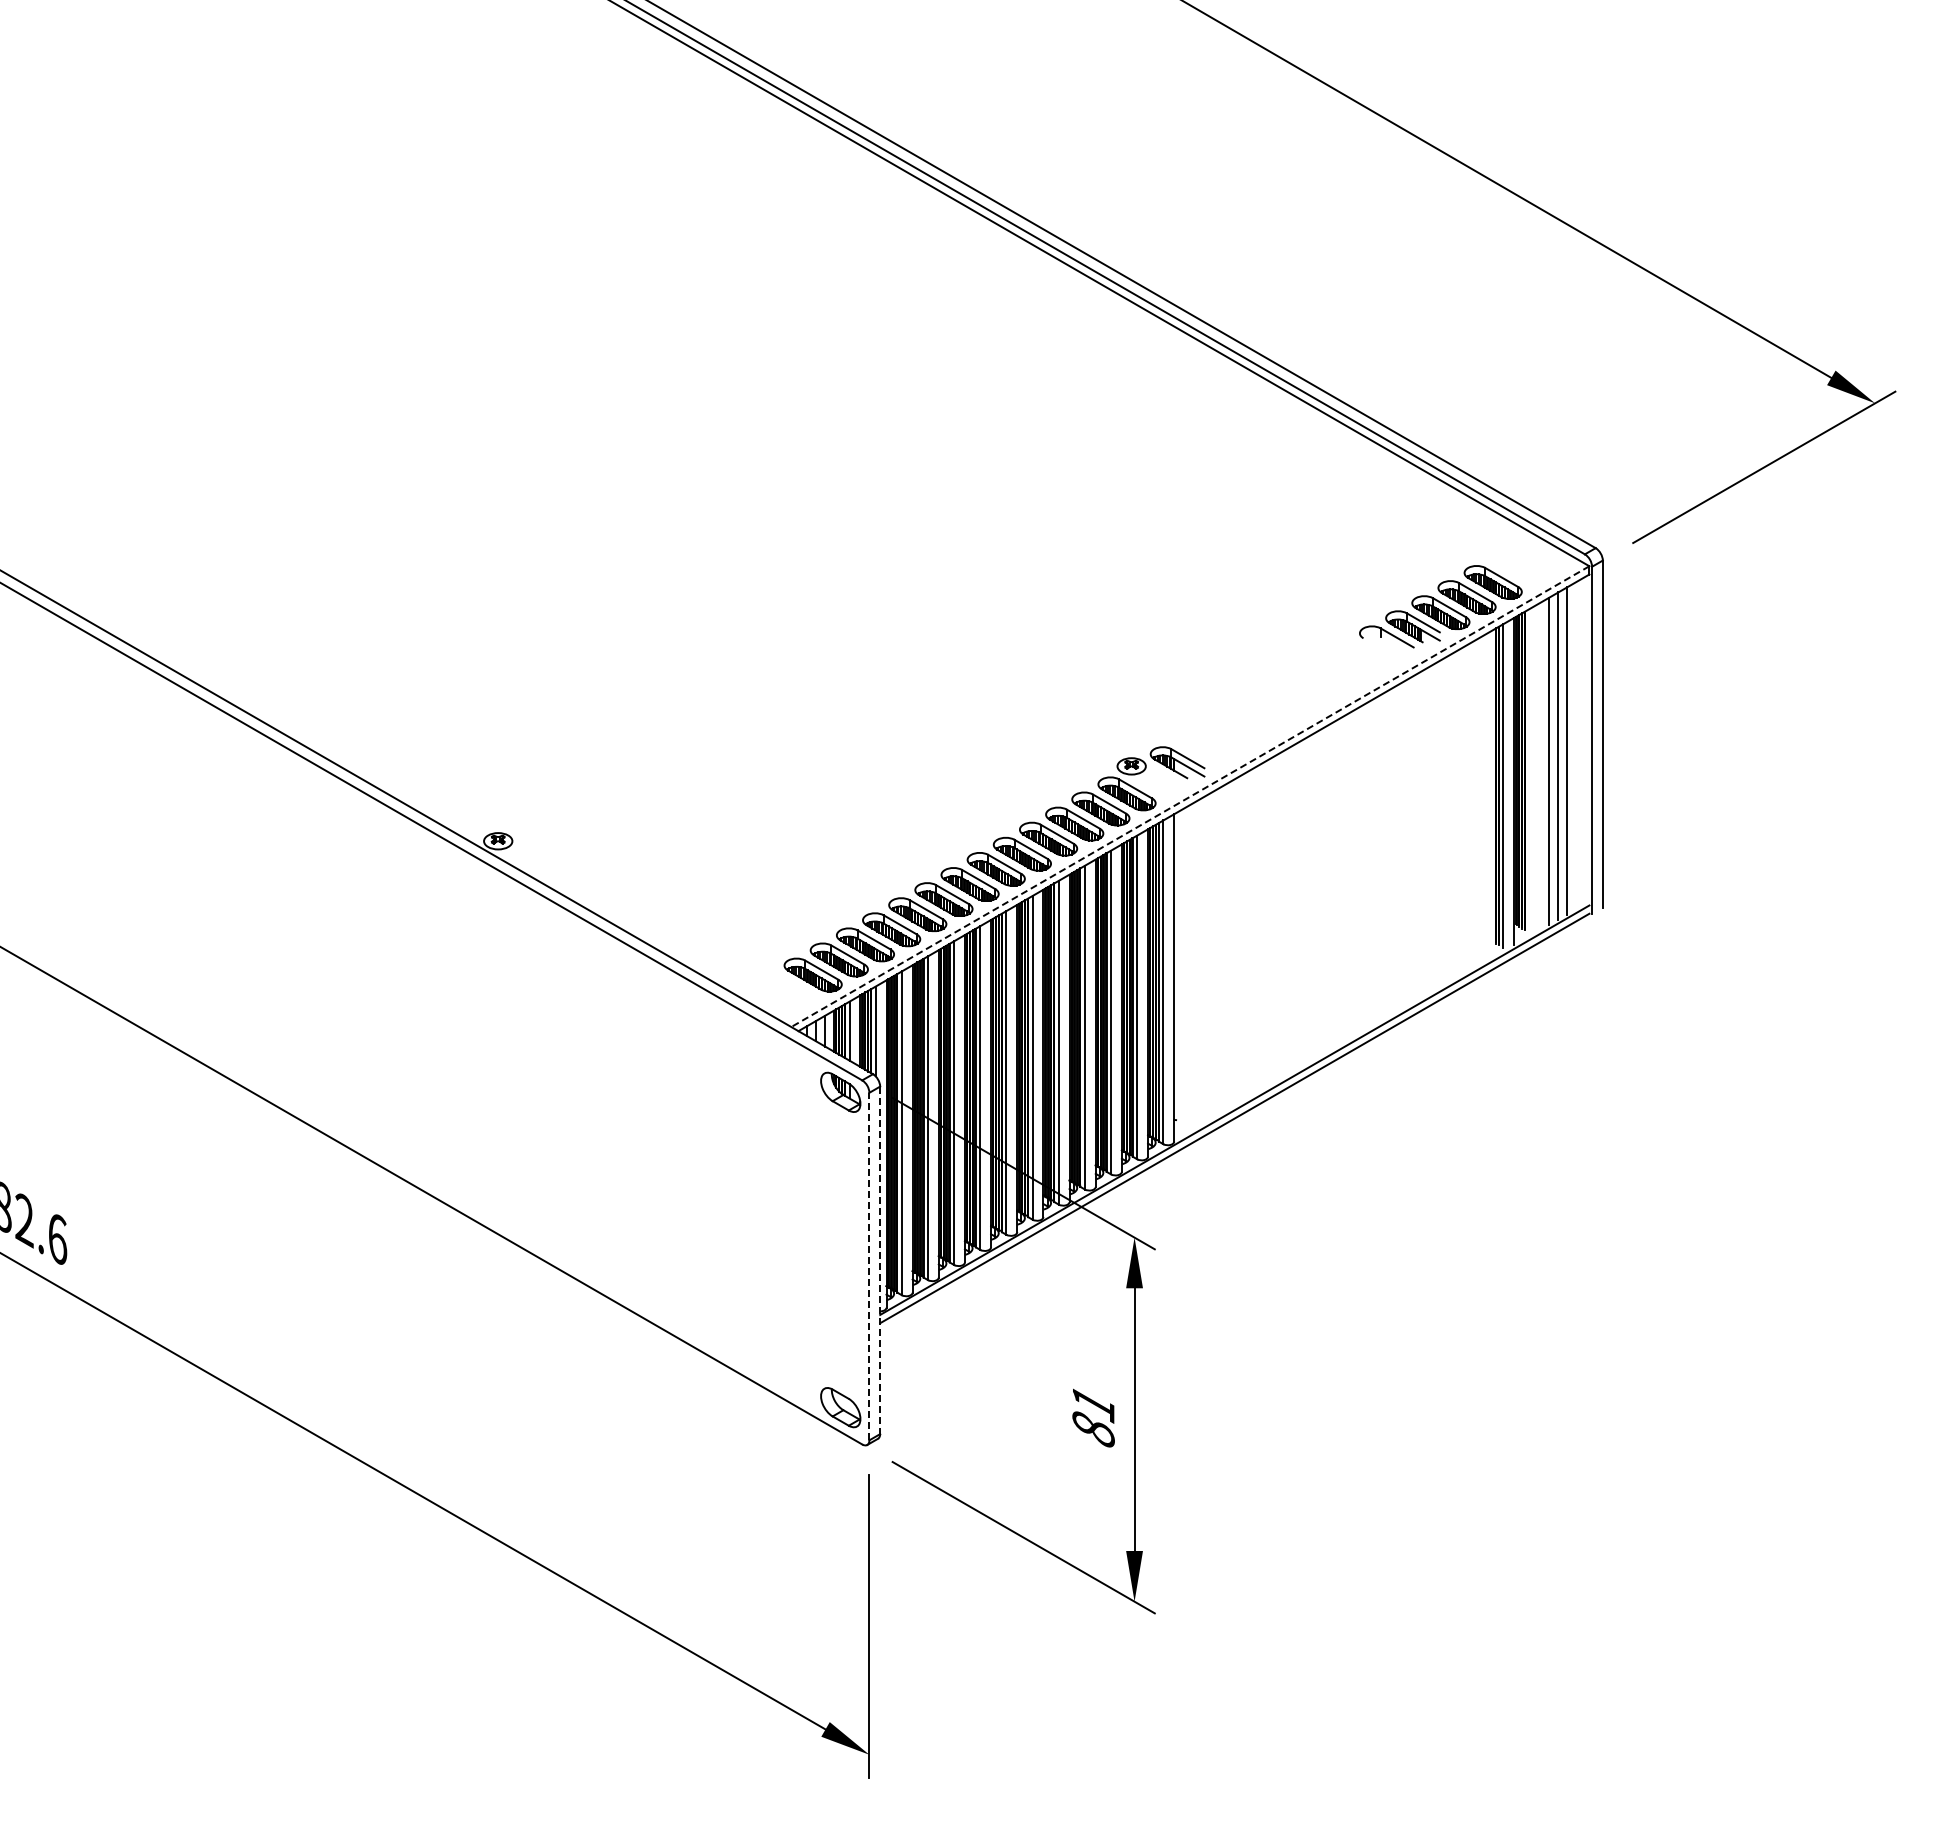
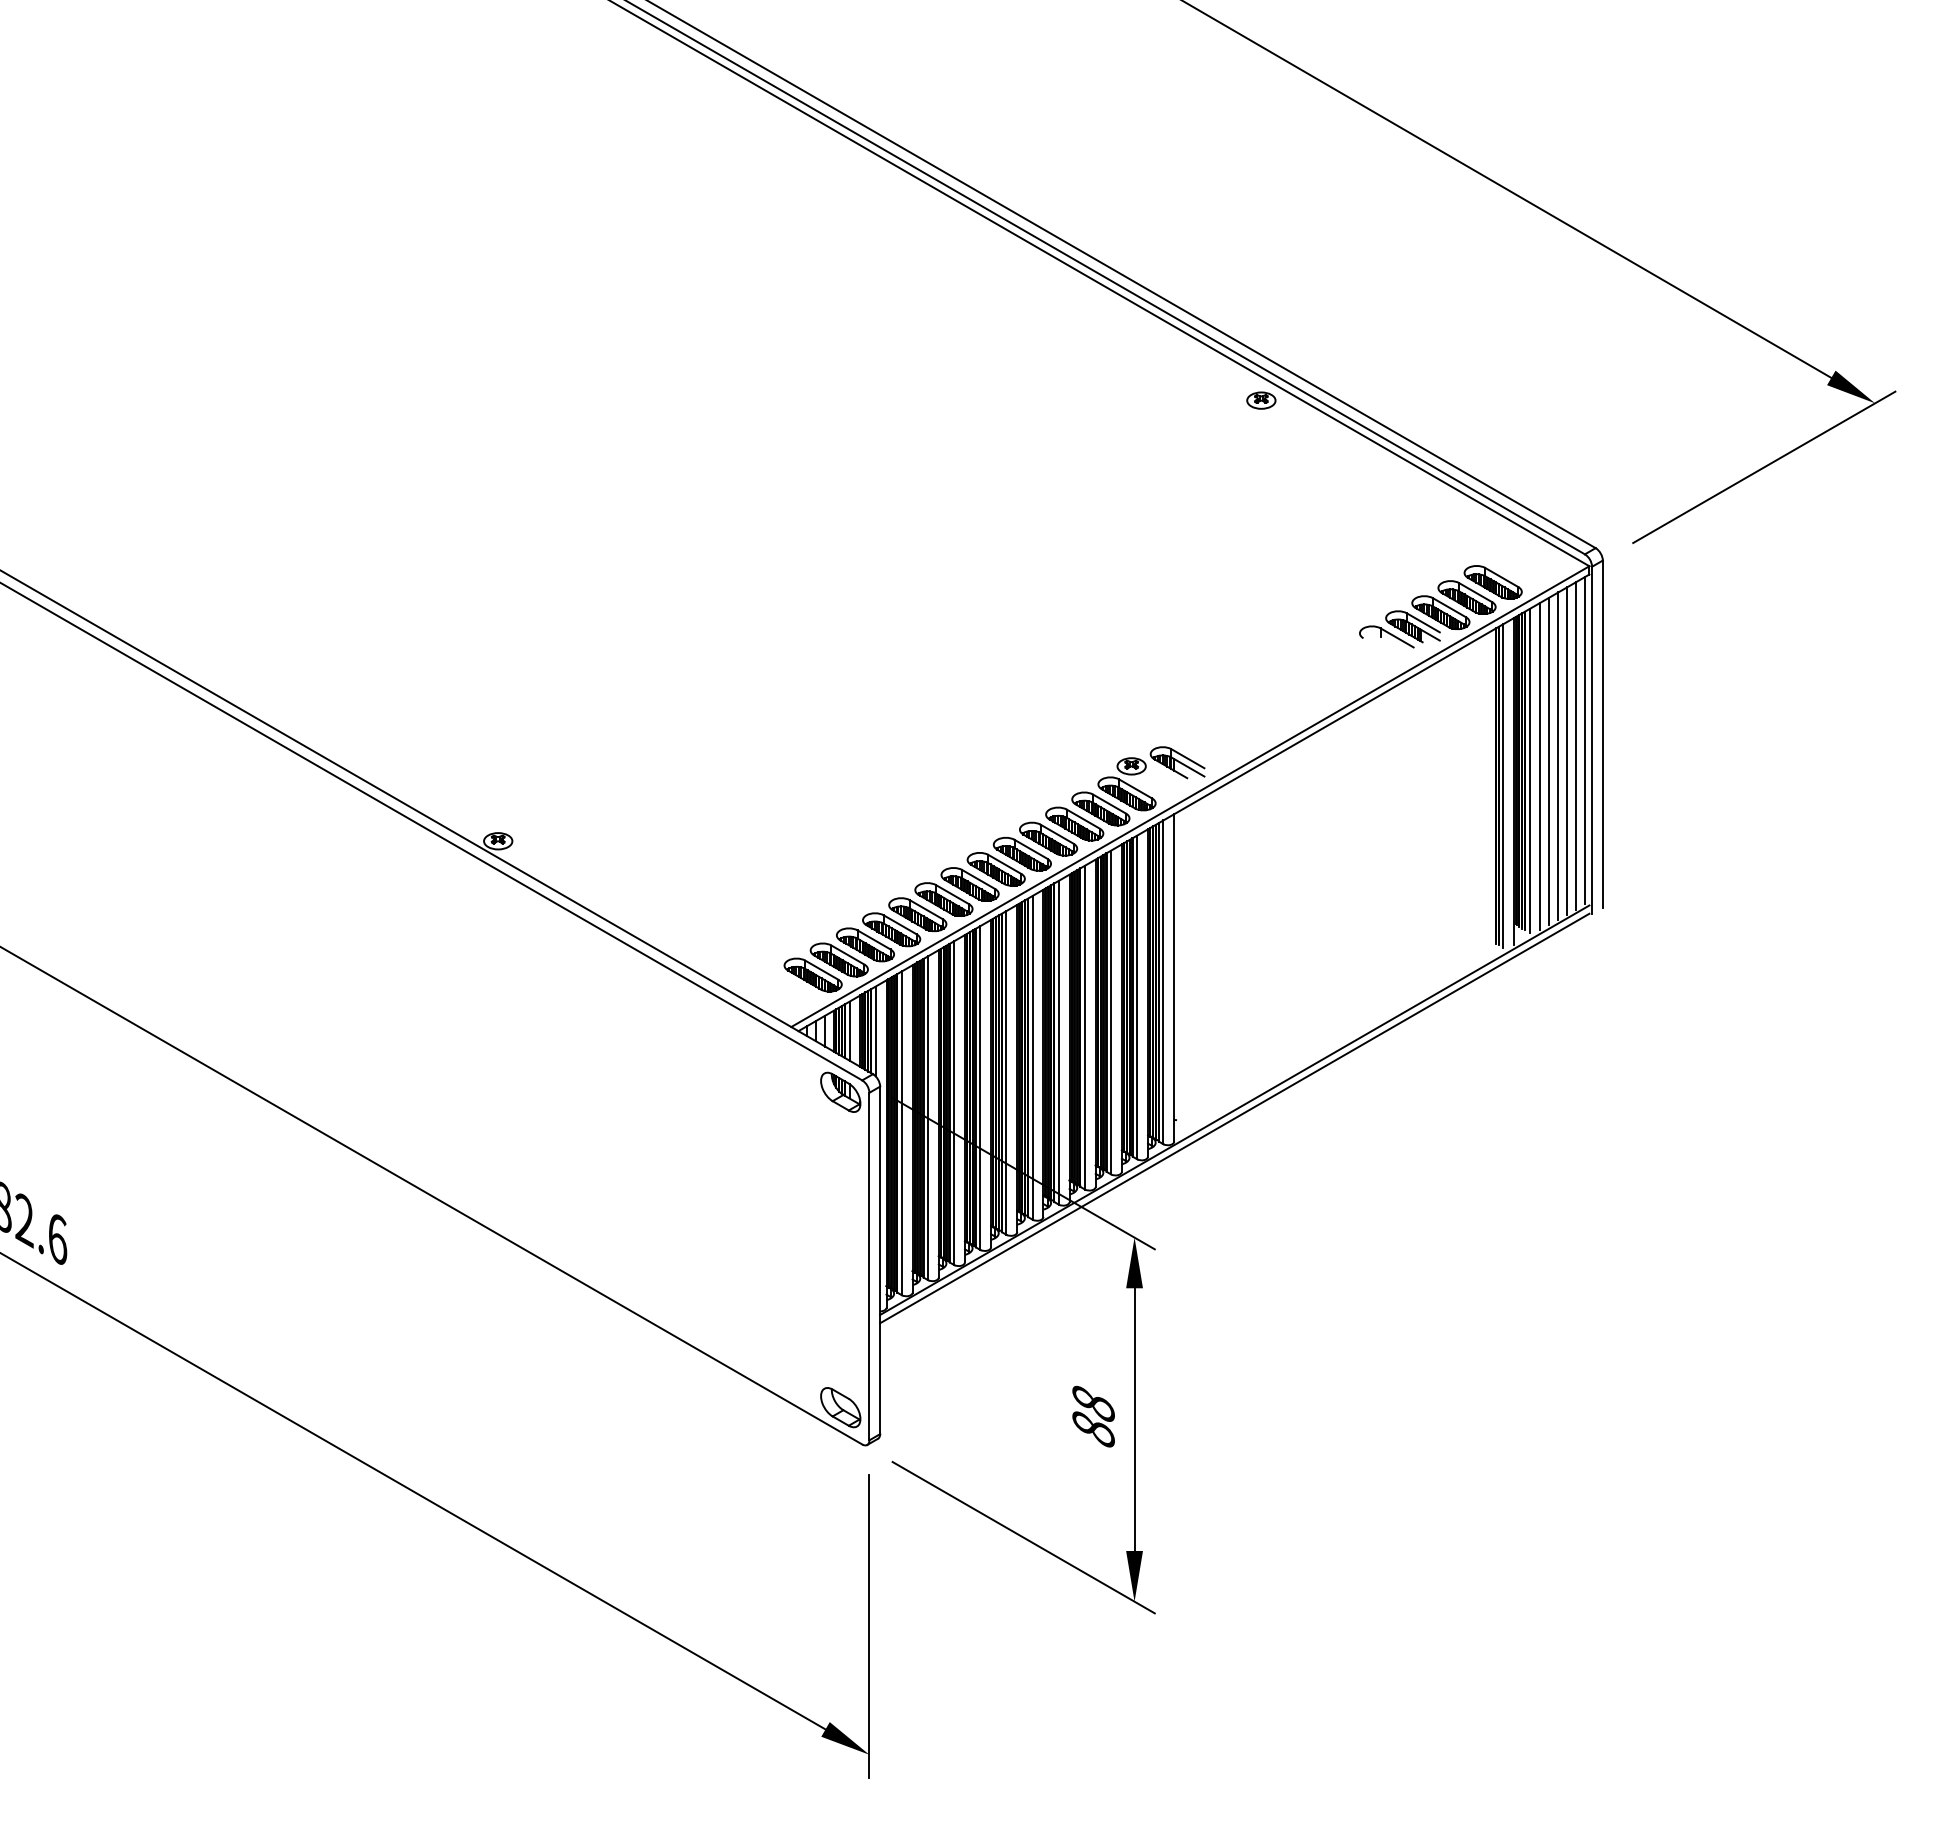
part at (1261, 400): none -> present
line at (1585, 740): none -> present
line at (1576, 745): none -> present
line at (1540, 766): none -> present
line at (1529, 770): none -> present
line at (1190, 796): dashed -> solid
line at (880, 1260): dashed -> solid
line at (869, 1266): dashed -> solid
text at (1093, 1404): 81 -> 88
